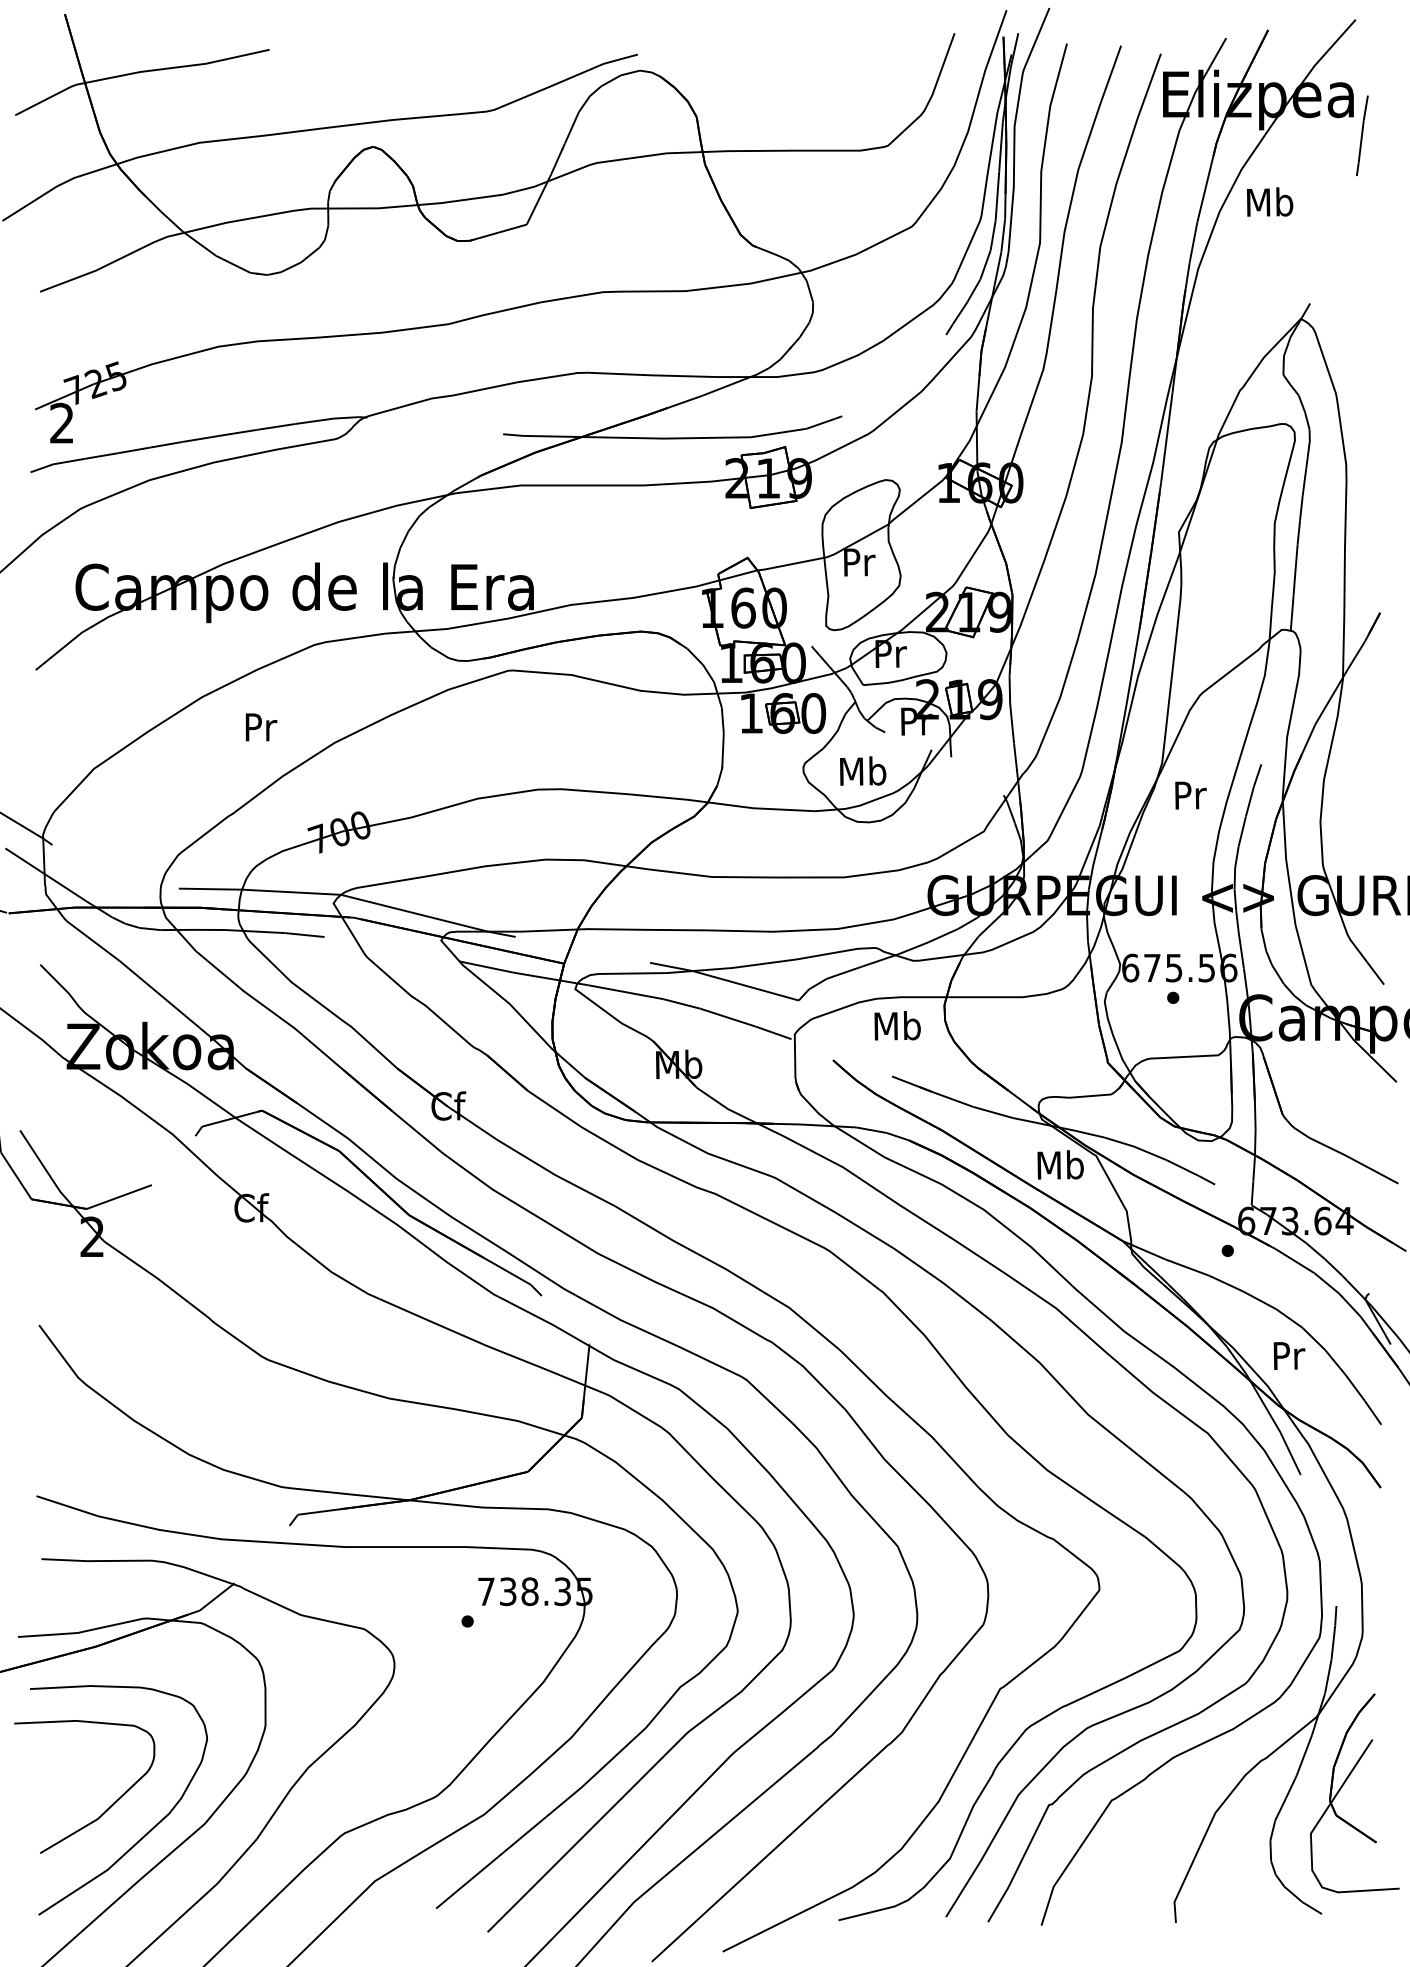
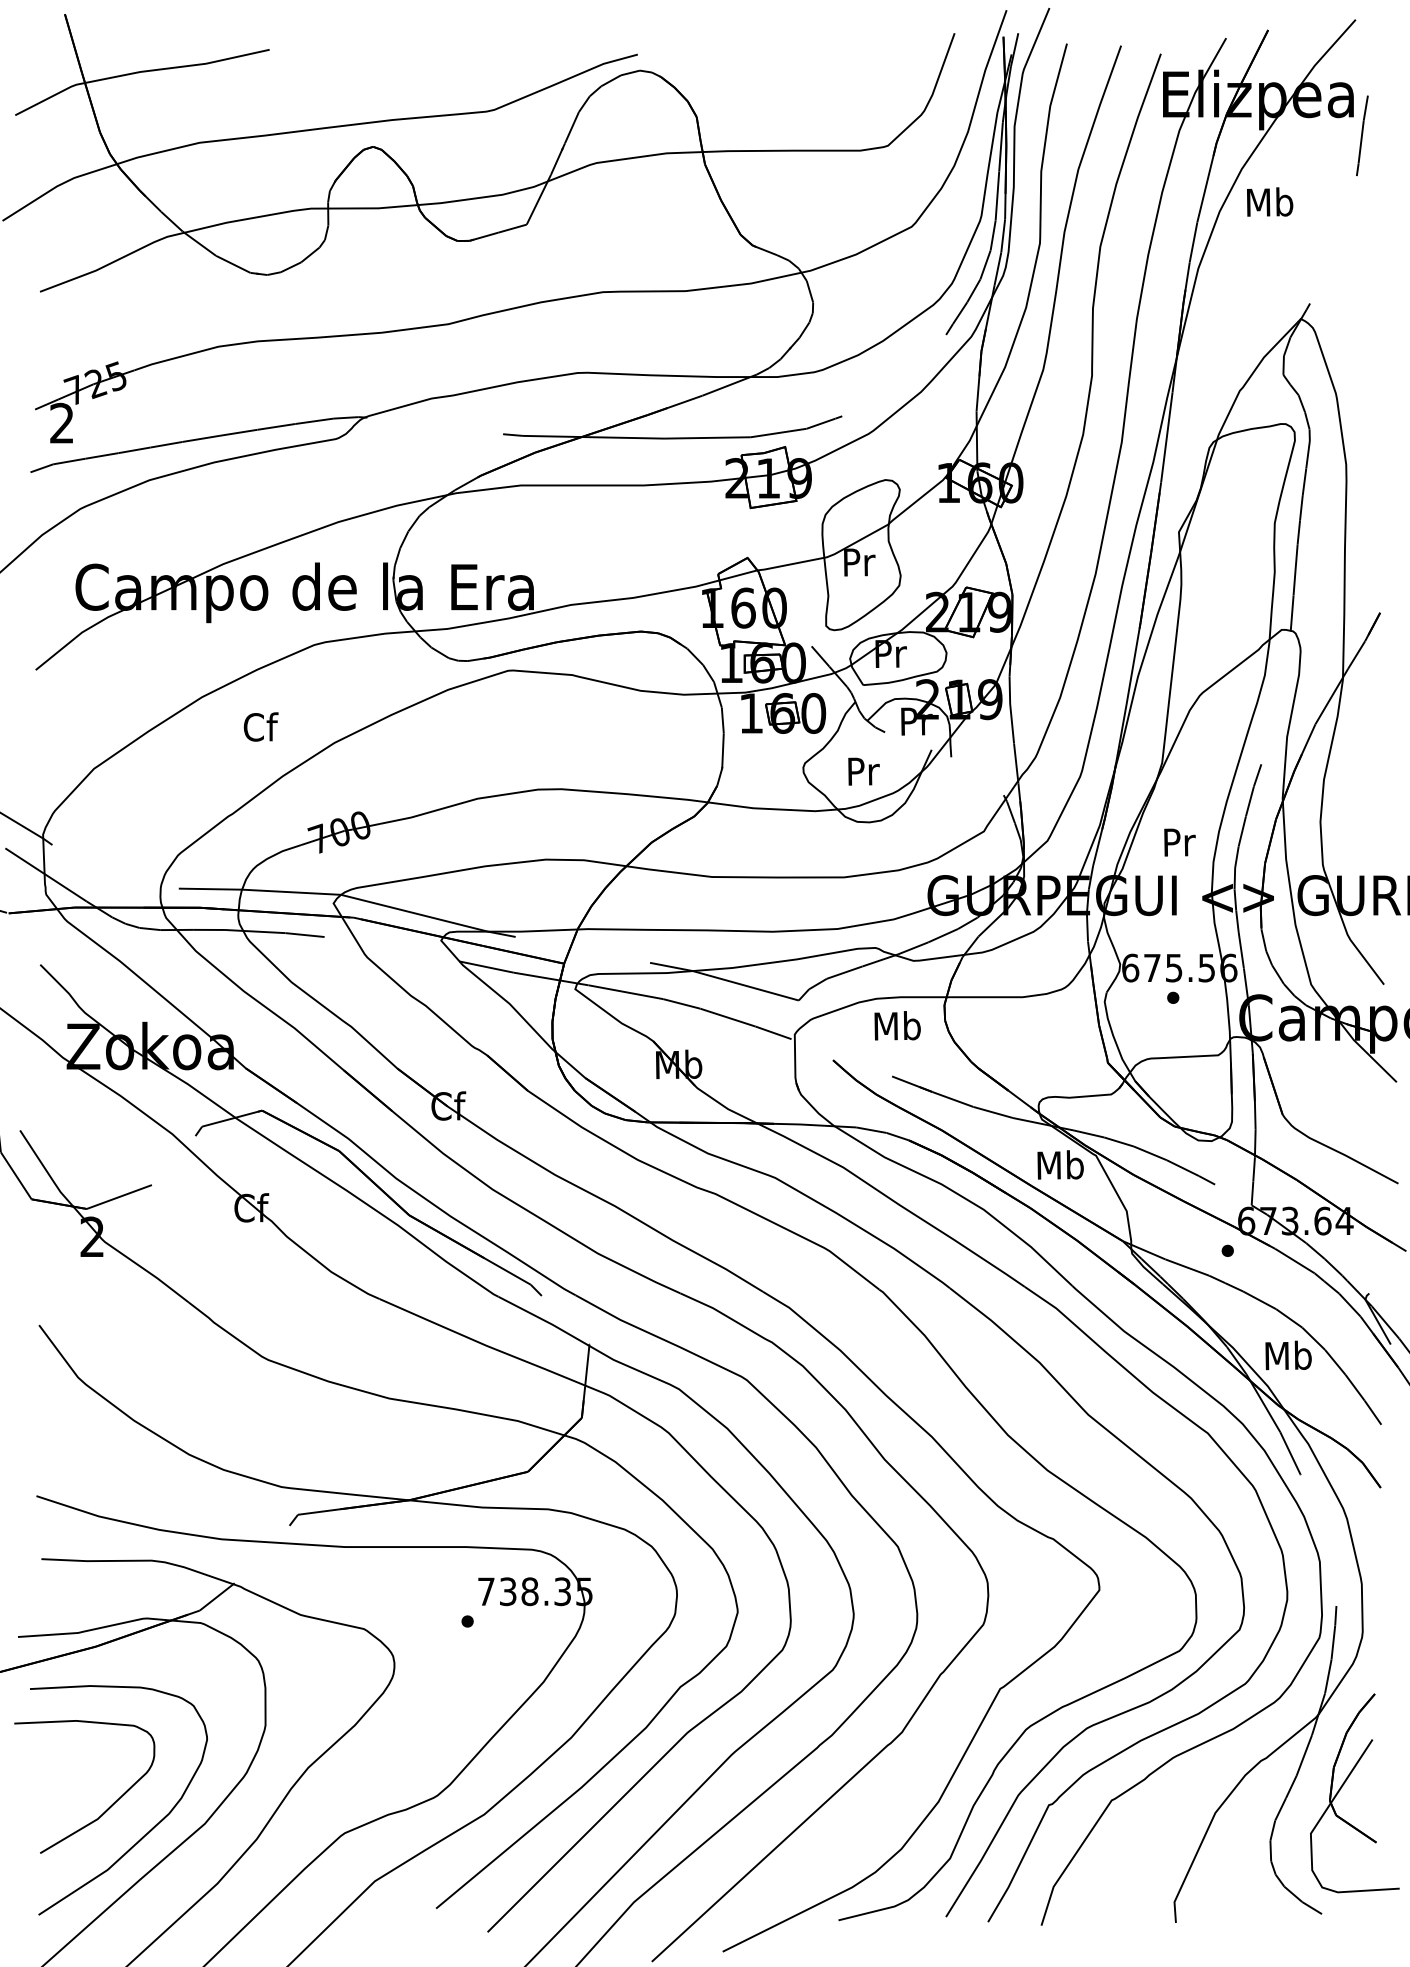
text at (260, 726): Pr -> Cf
text at (863, 770): Mb -> Pr
text at (1190, 795) position: (1190, 795) -> (1179, 842)
text at (1288, 1355): Pr -> Mb
